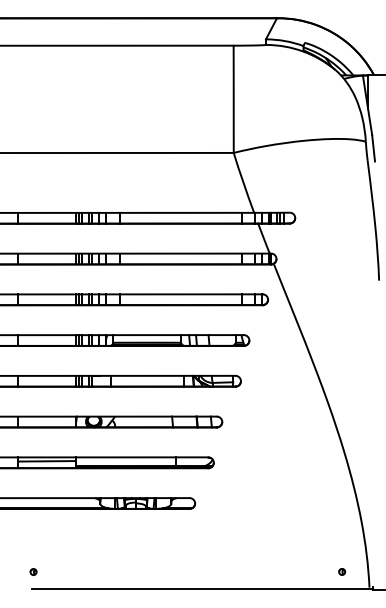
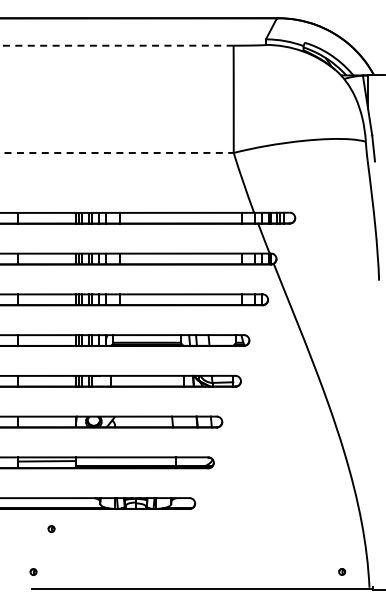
line at (116, 45): solid -> dashed
line at (116, 152): solid -> dashed
part at (51, 528): none -> present
